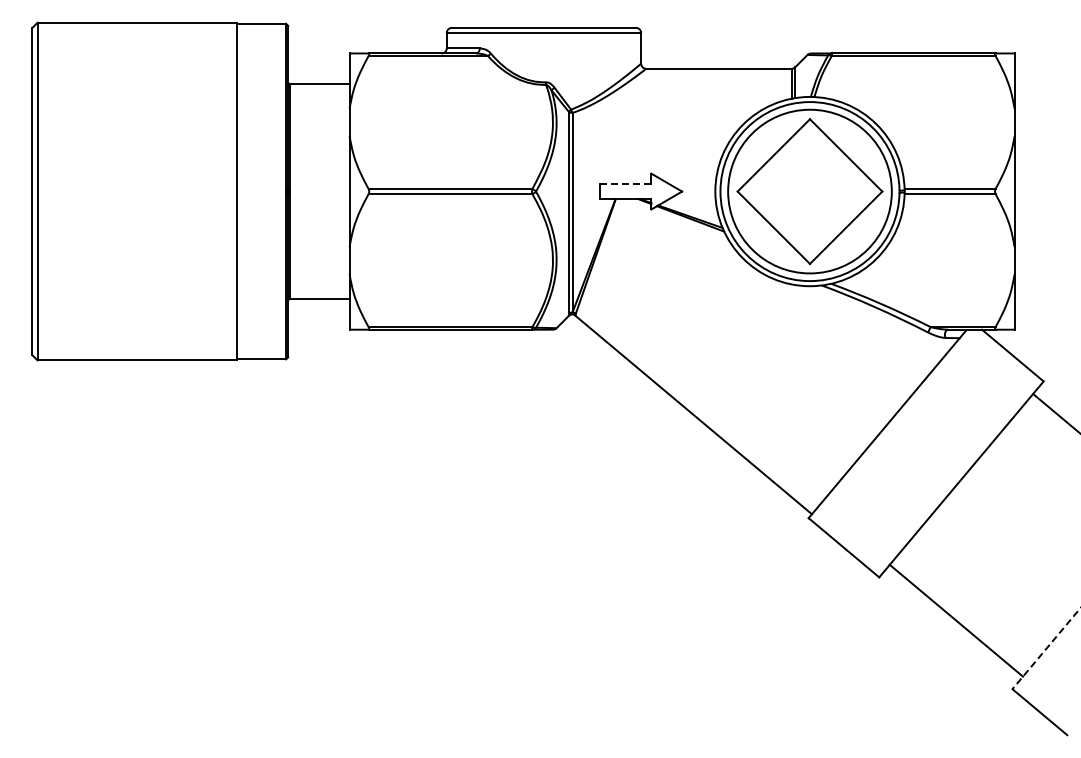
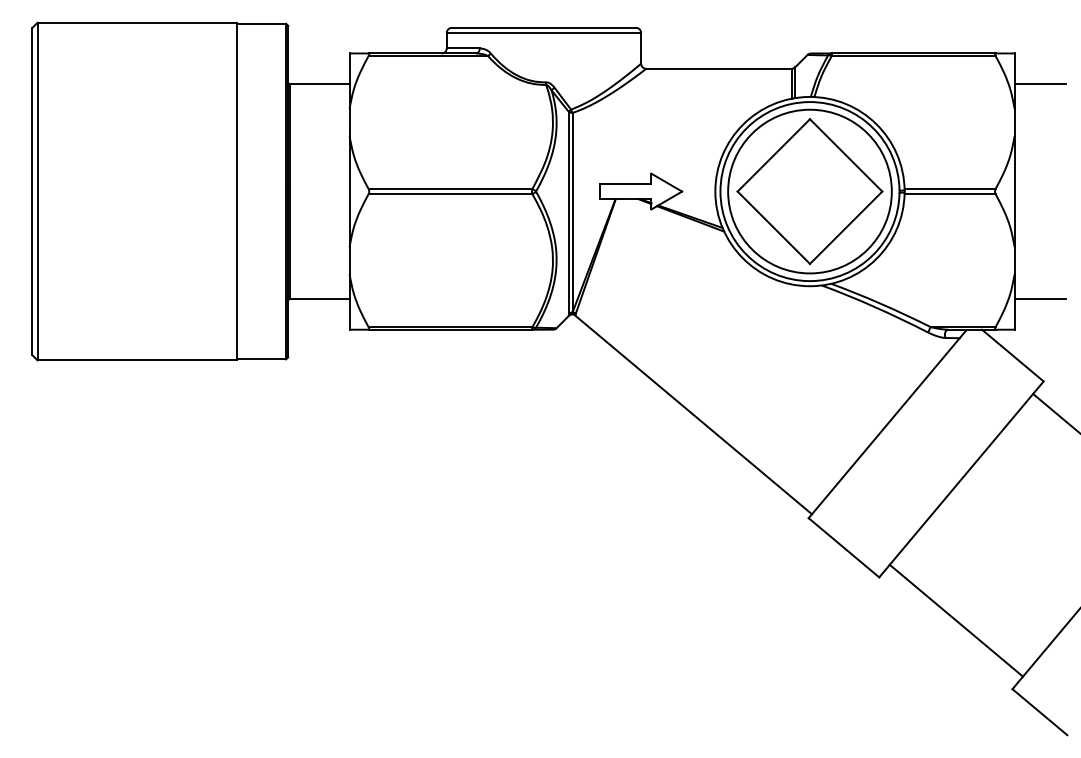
line at (1039, 84): none -> present
line at (625, 183): dashed -> solid
line at (1039, 298): none -> present
line at (1046, 648): dashed -> solid
